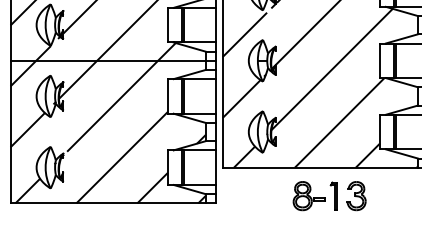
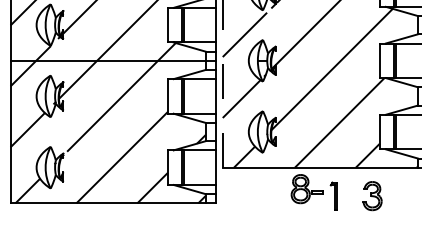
line at (222, 83): solid -> dashed
part at (308, 196) position: (308, 196) -> (306, 189)
part at (356, 196) position: (356, 196) -> (372, 196)
